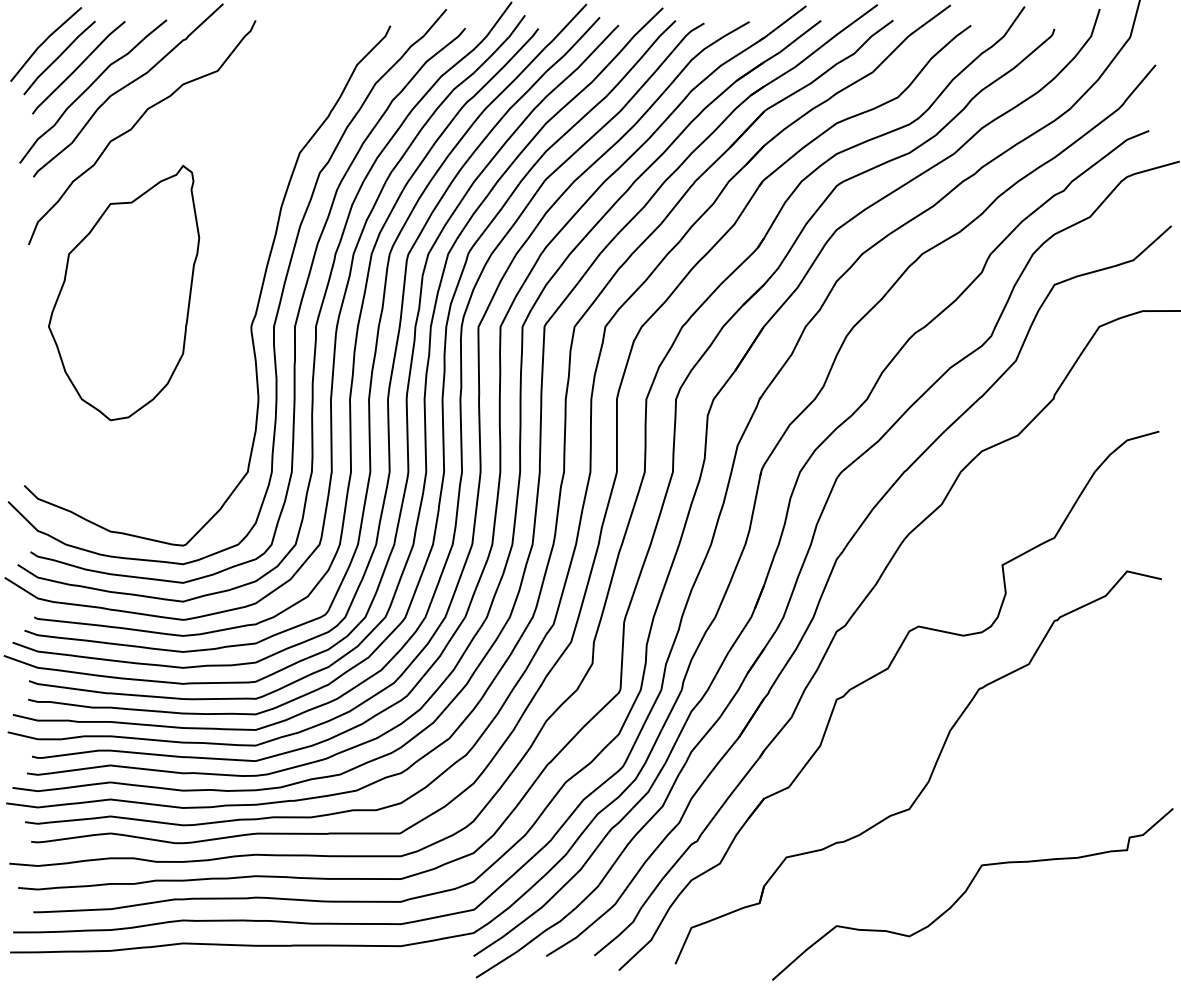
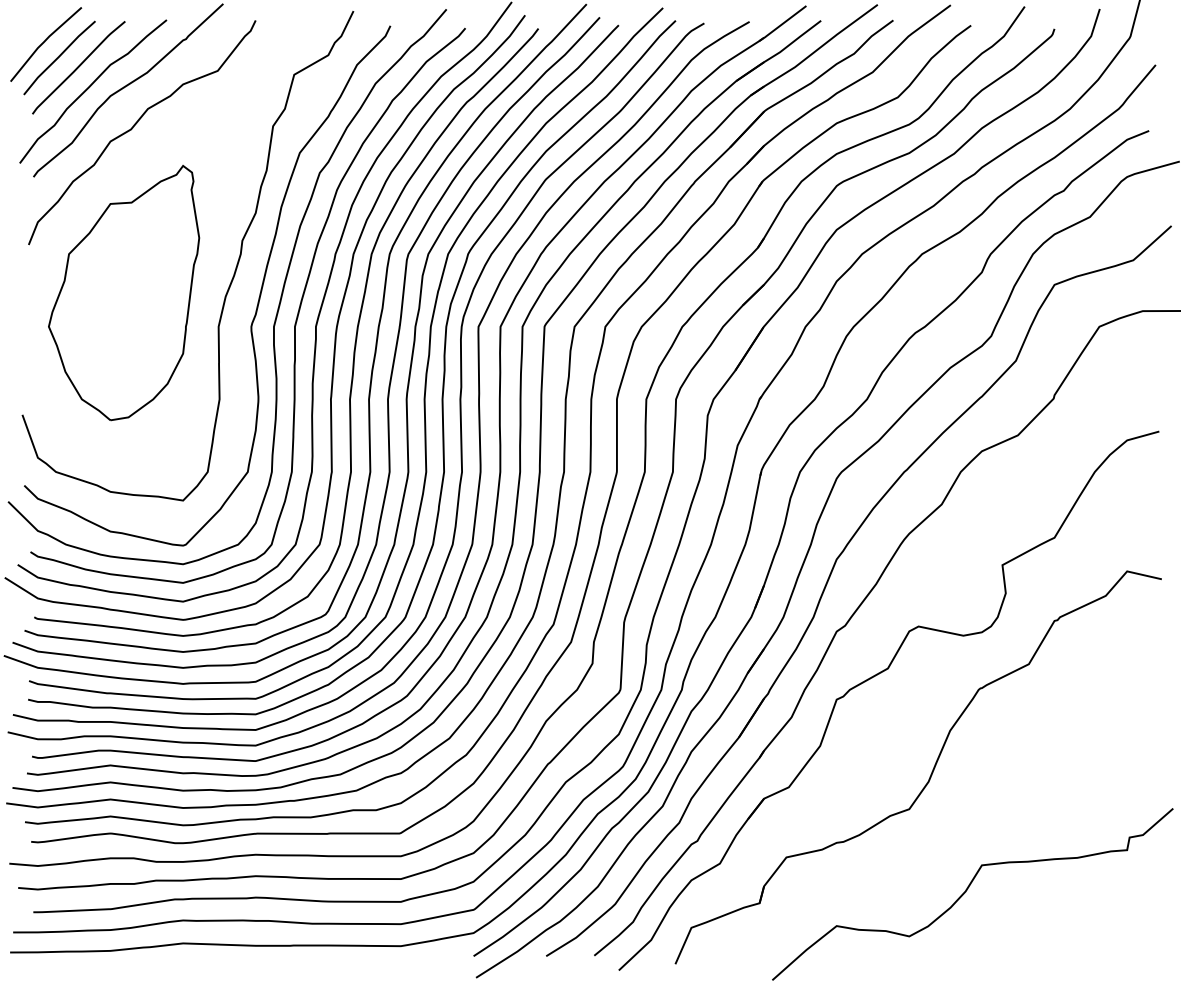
curve at (234, 270): none -> present
